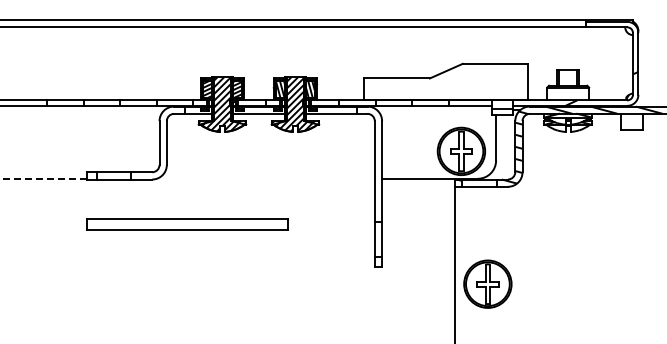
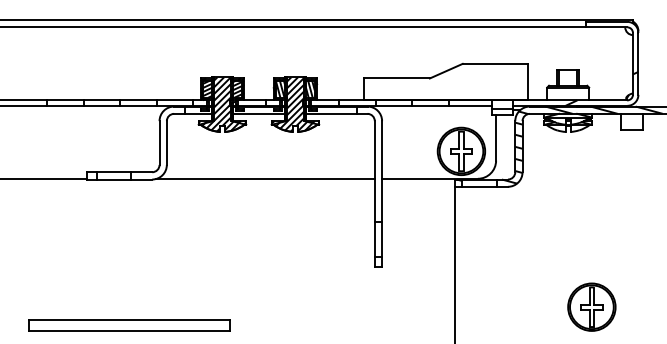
line at (43, 178): dashed -> solid
line at (264, 178): none -> present
part at (187, 224) position: (187, 224) -> (129, 325)
part at (487, 283) position: (487, 283) -> (591, 306)
